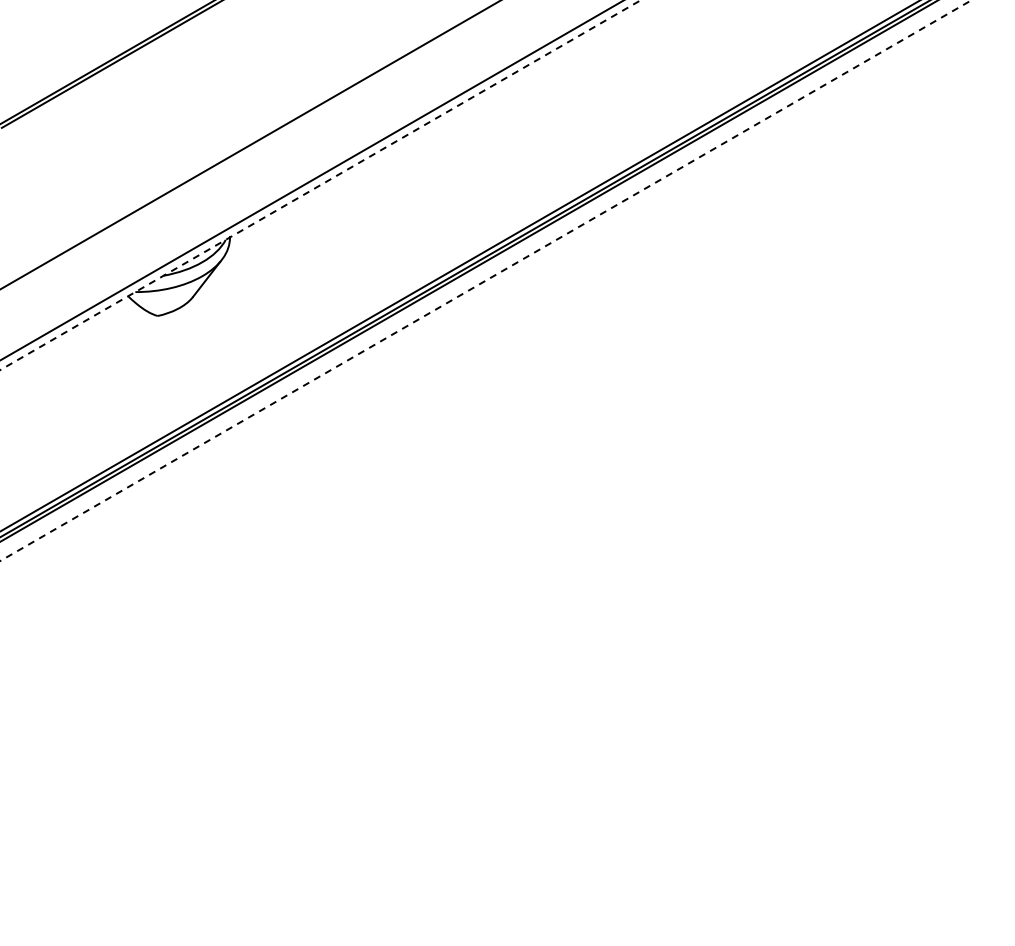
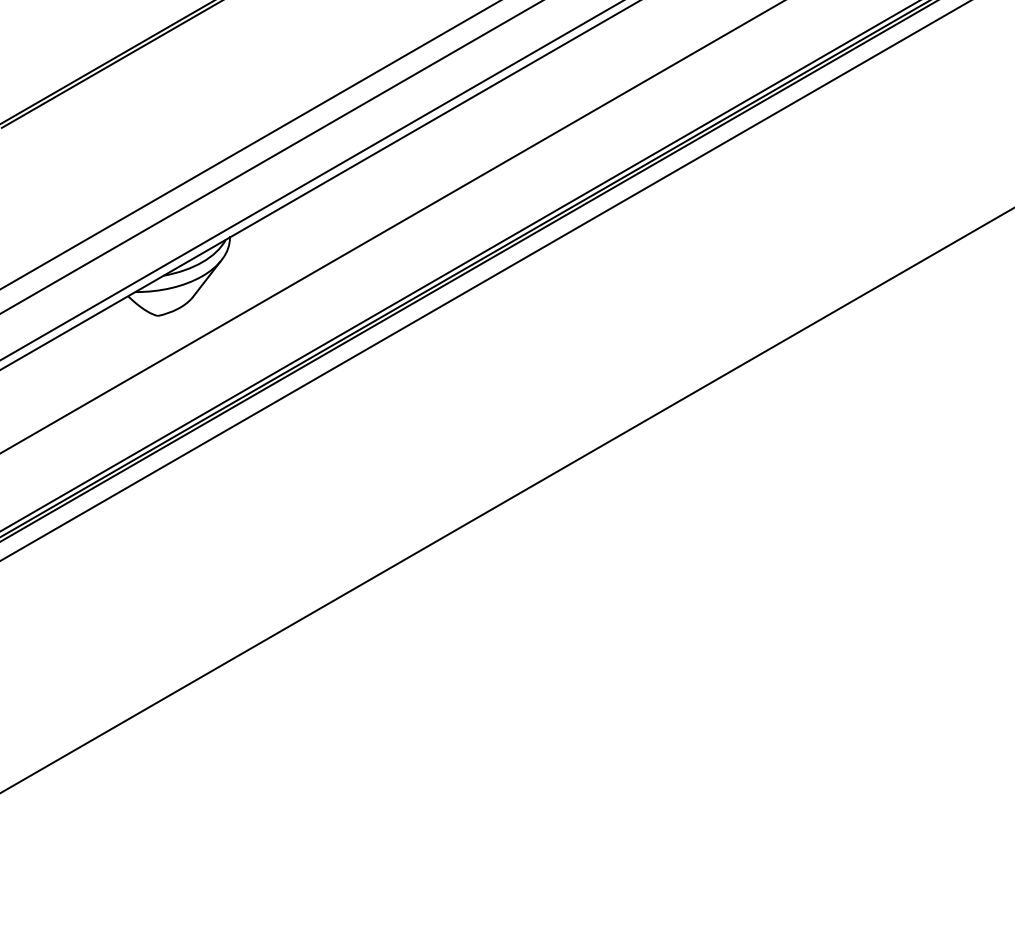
line at (270, 157): none -> present
line at (320, 185): dashed -> solid
line at (392, 227): none -> present
line at (485, 281): dashed -> solid
line at (506, 500): none -> present
